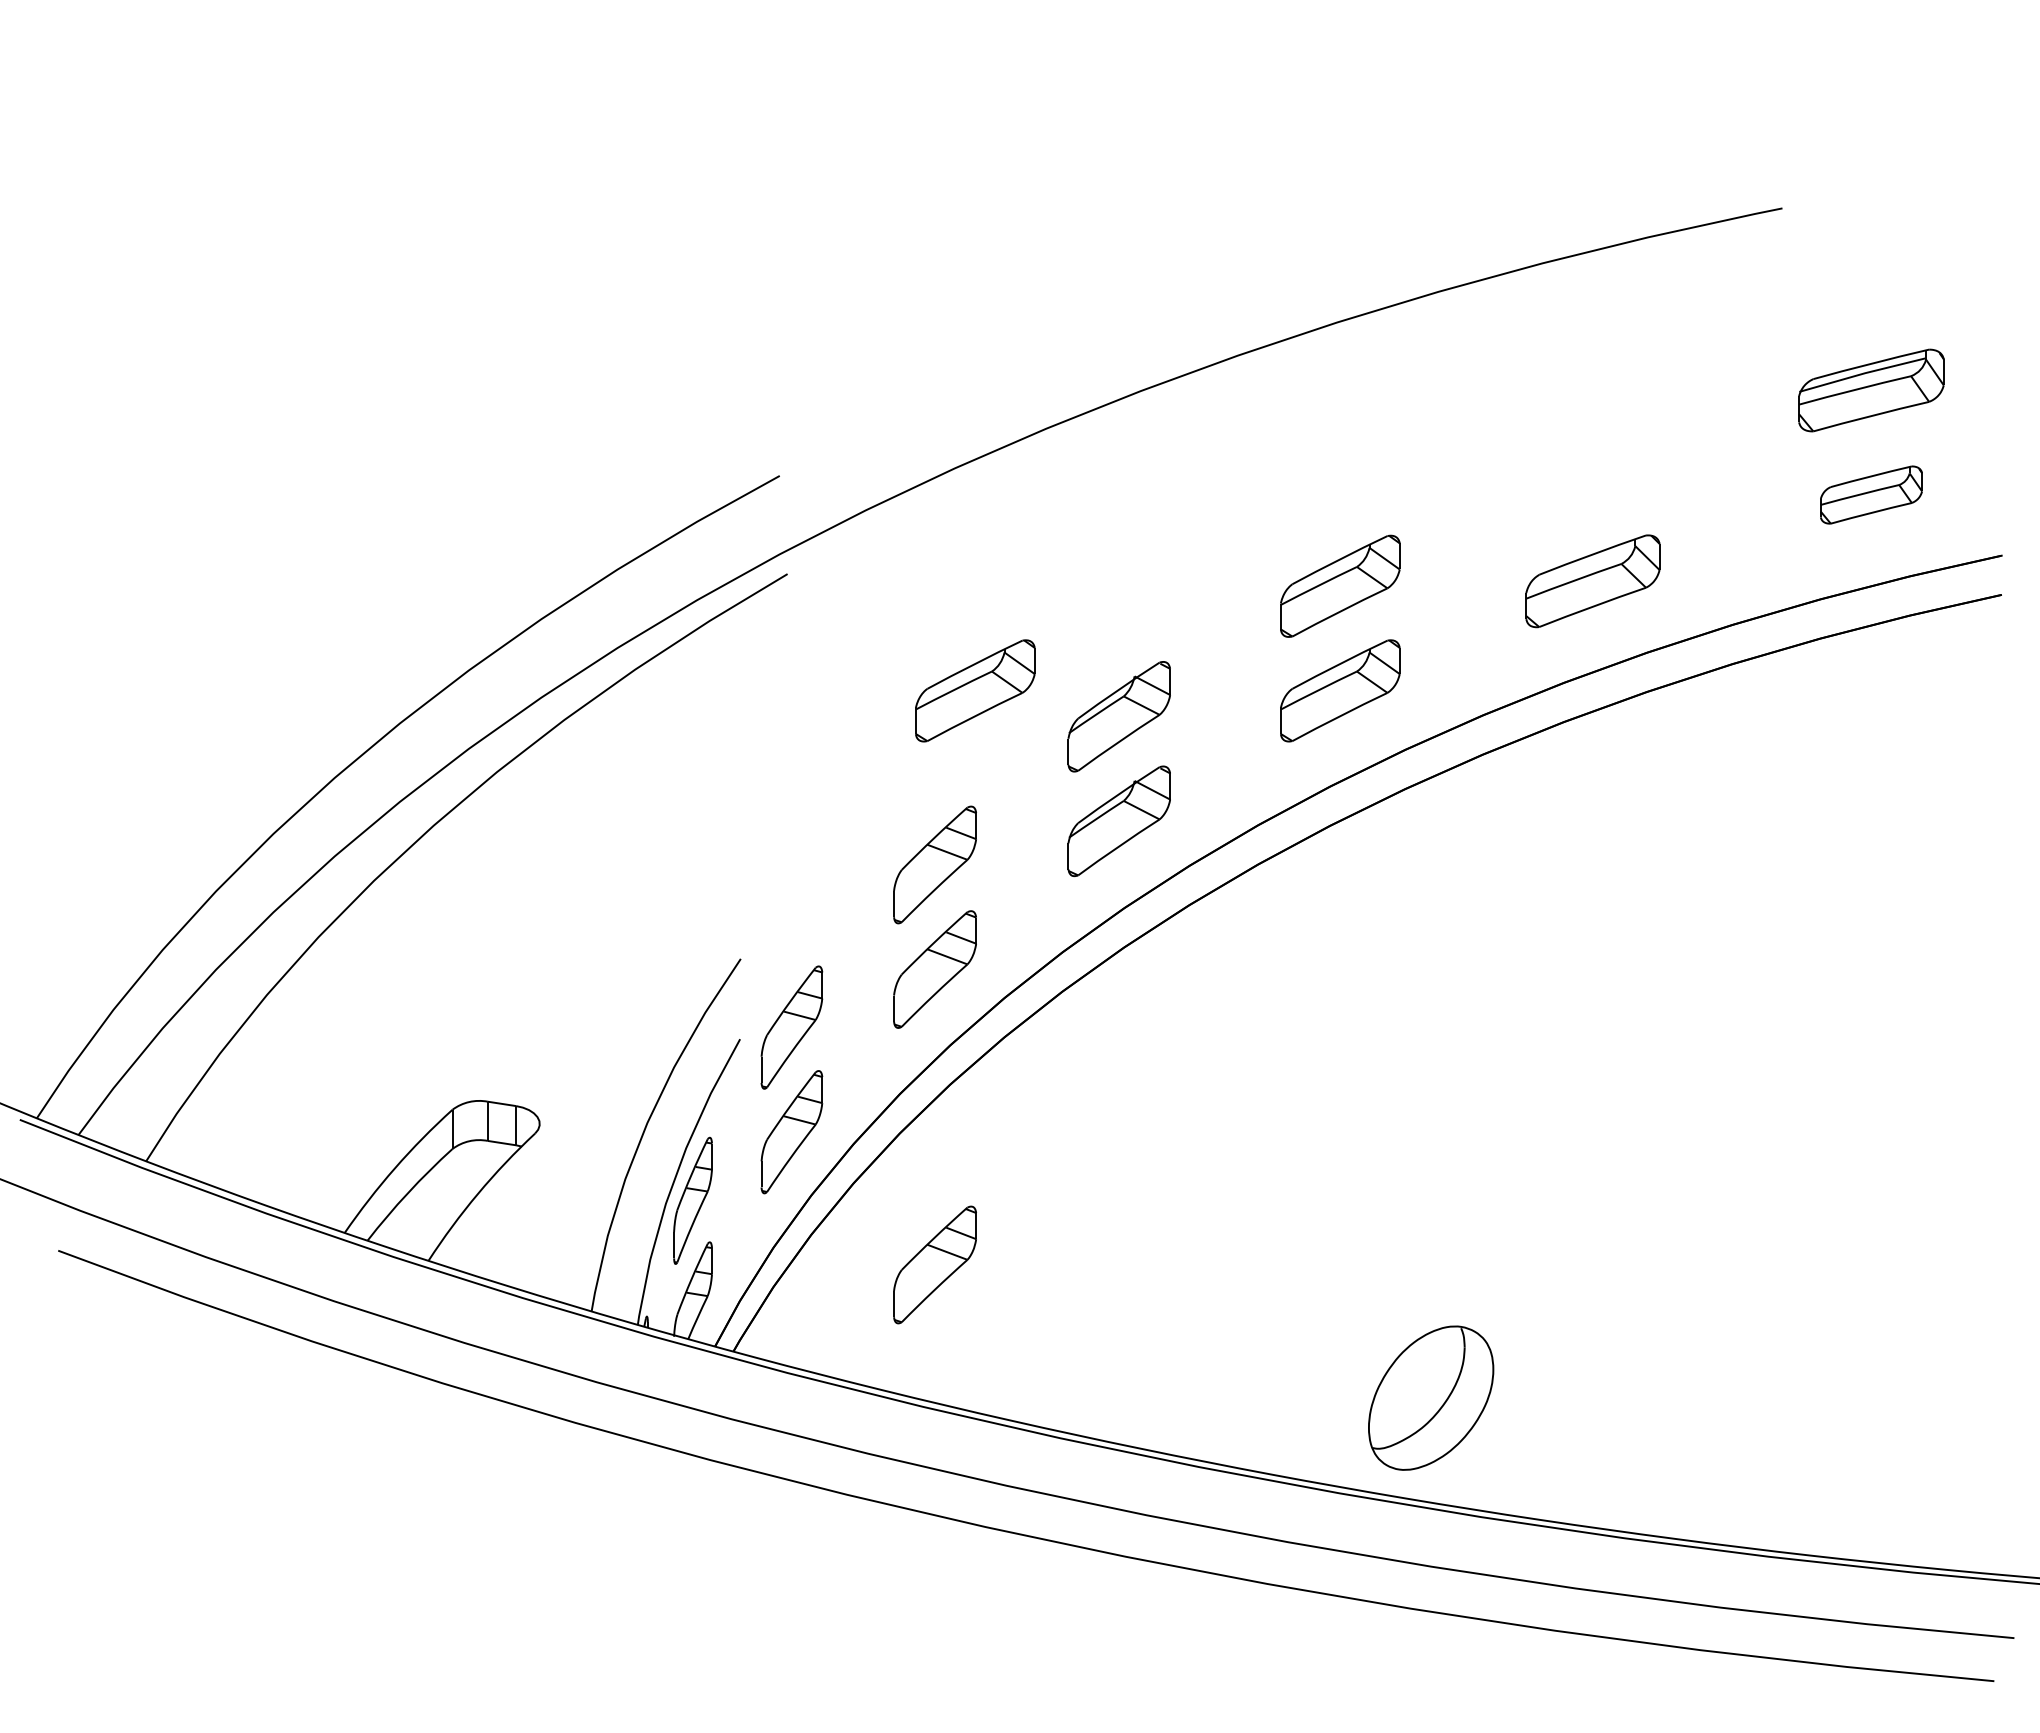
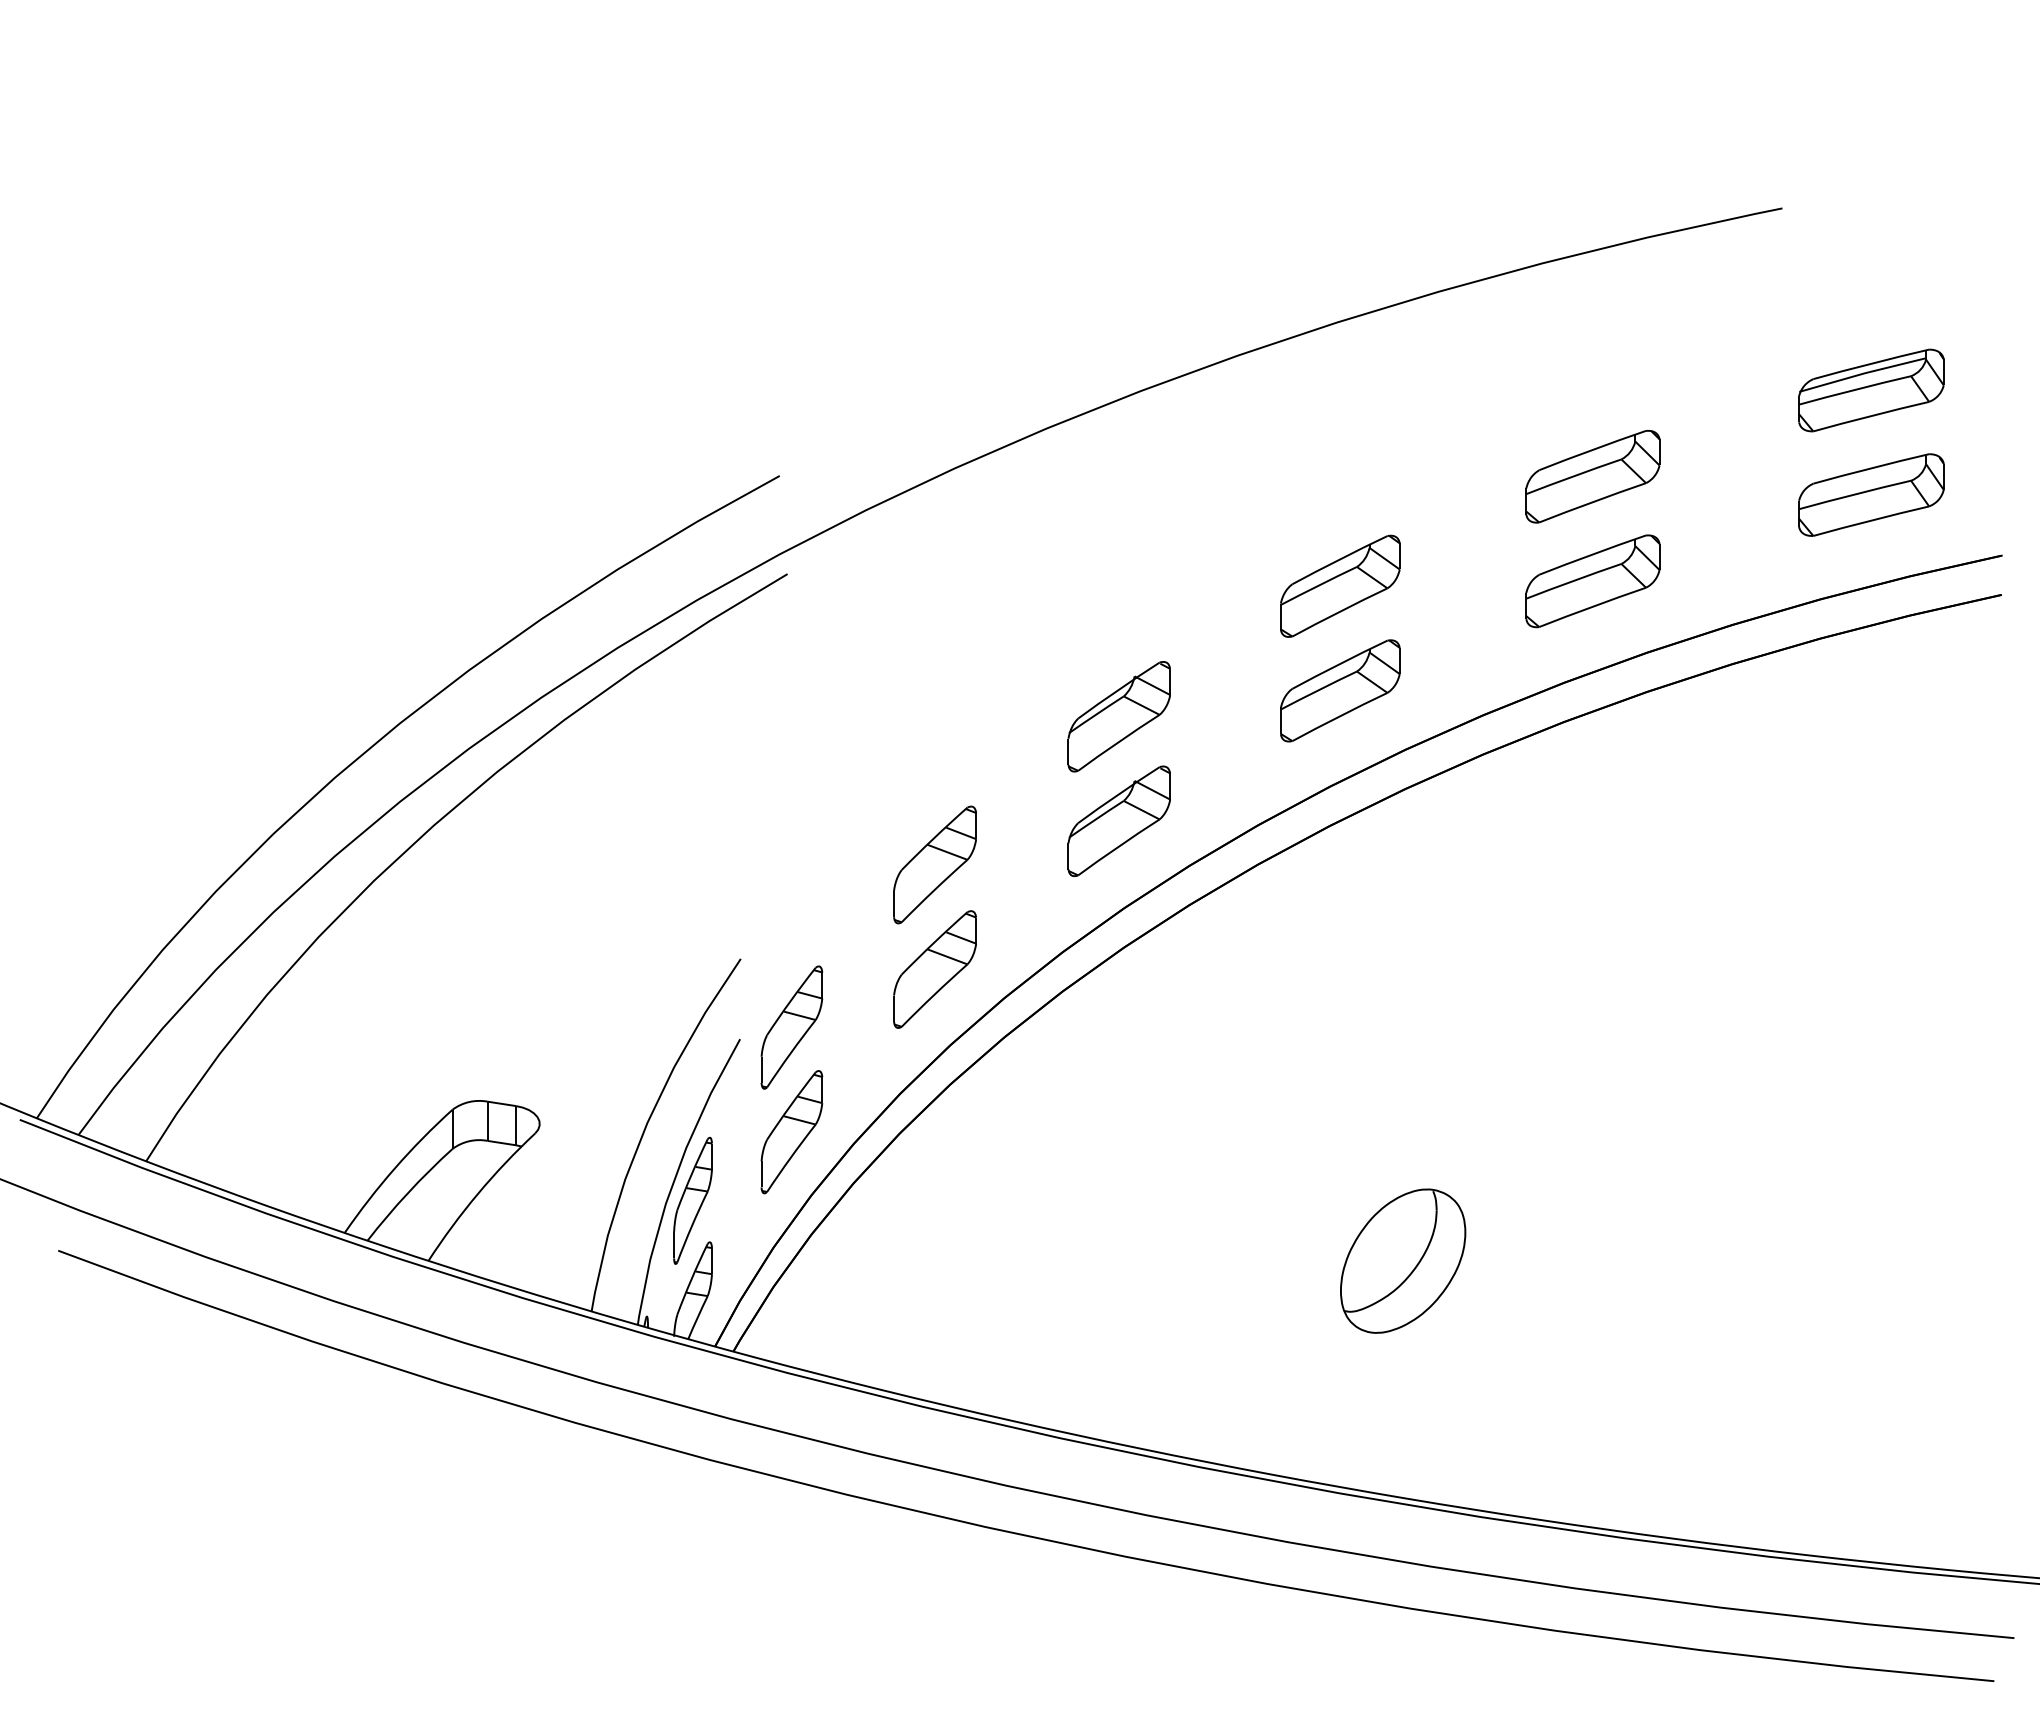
part at (1592, 476): none -> present
part at (1871, 494) size: 103x60 px -> 147x84 px
part at (975, 690): present -> none
part at (934, 1264): present -> none
part at (1431, 1397) position: (1431, 1397) -> (1403, 1260)
